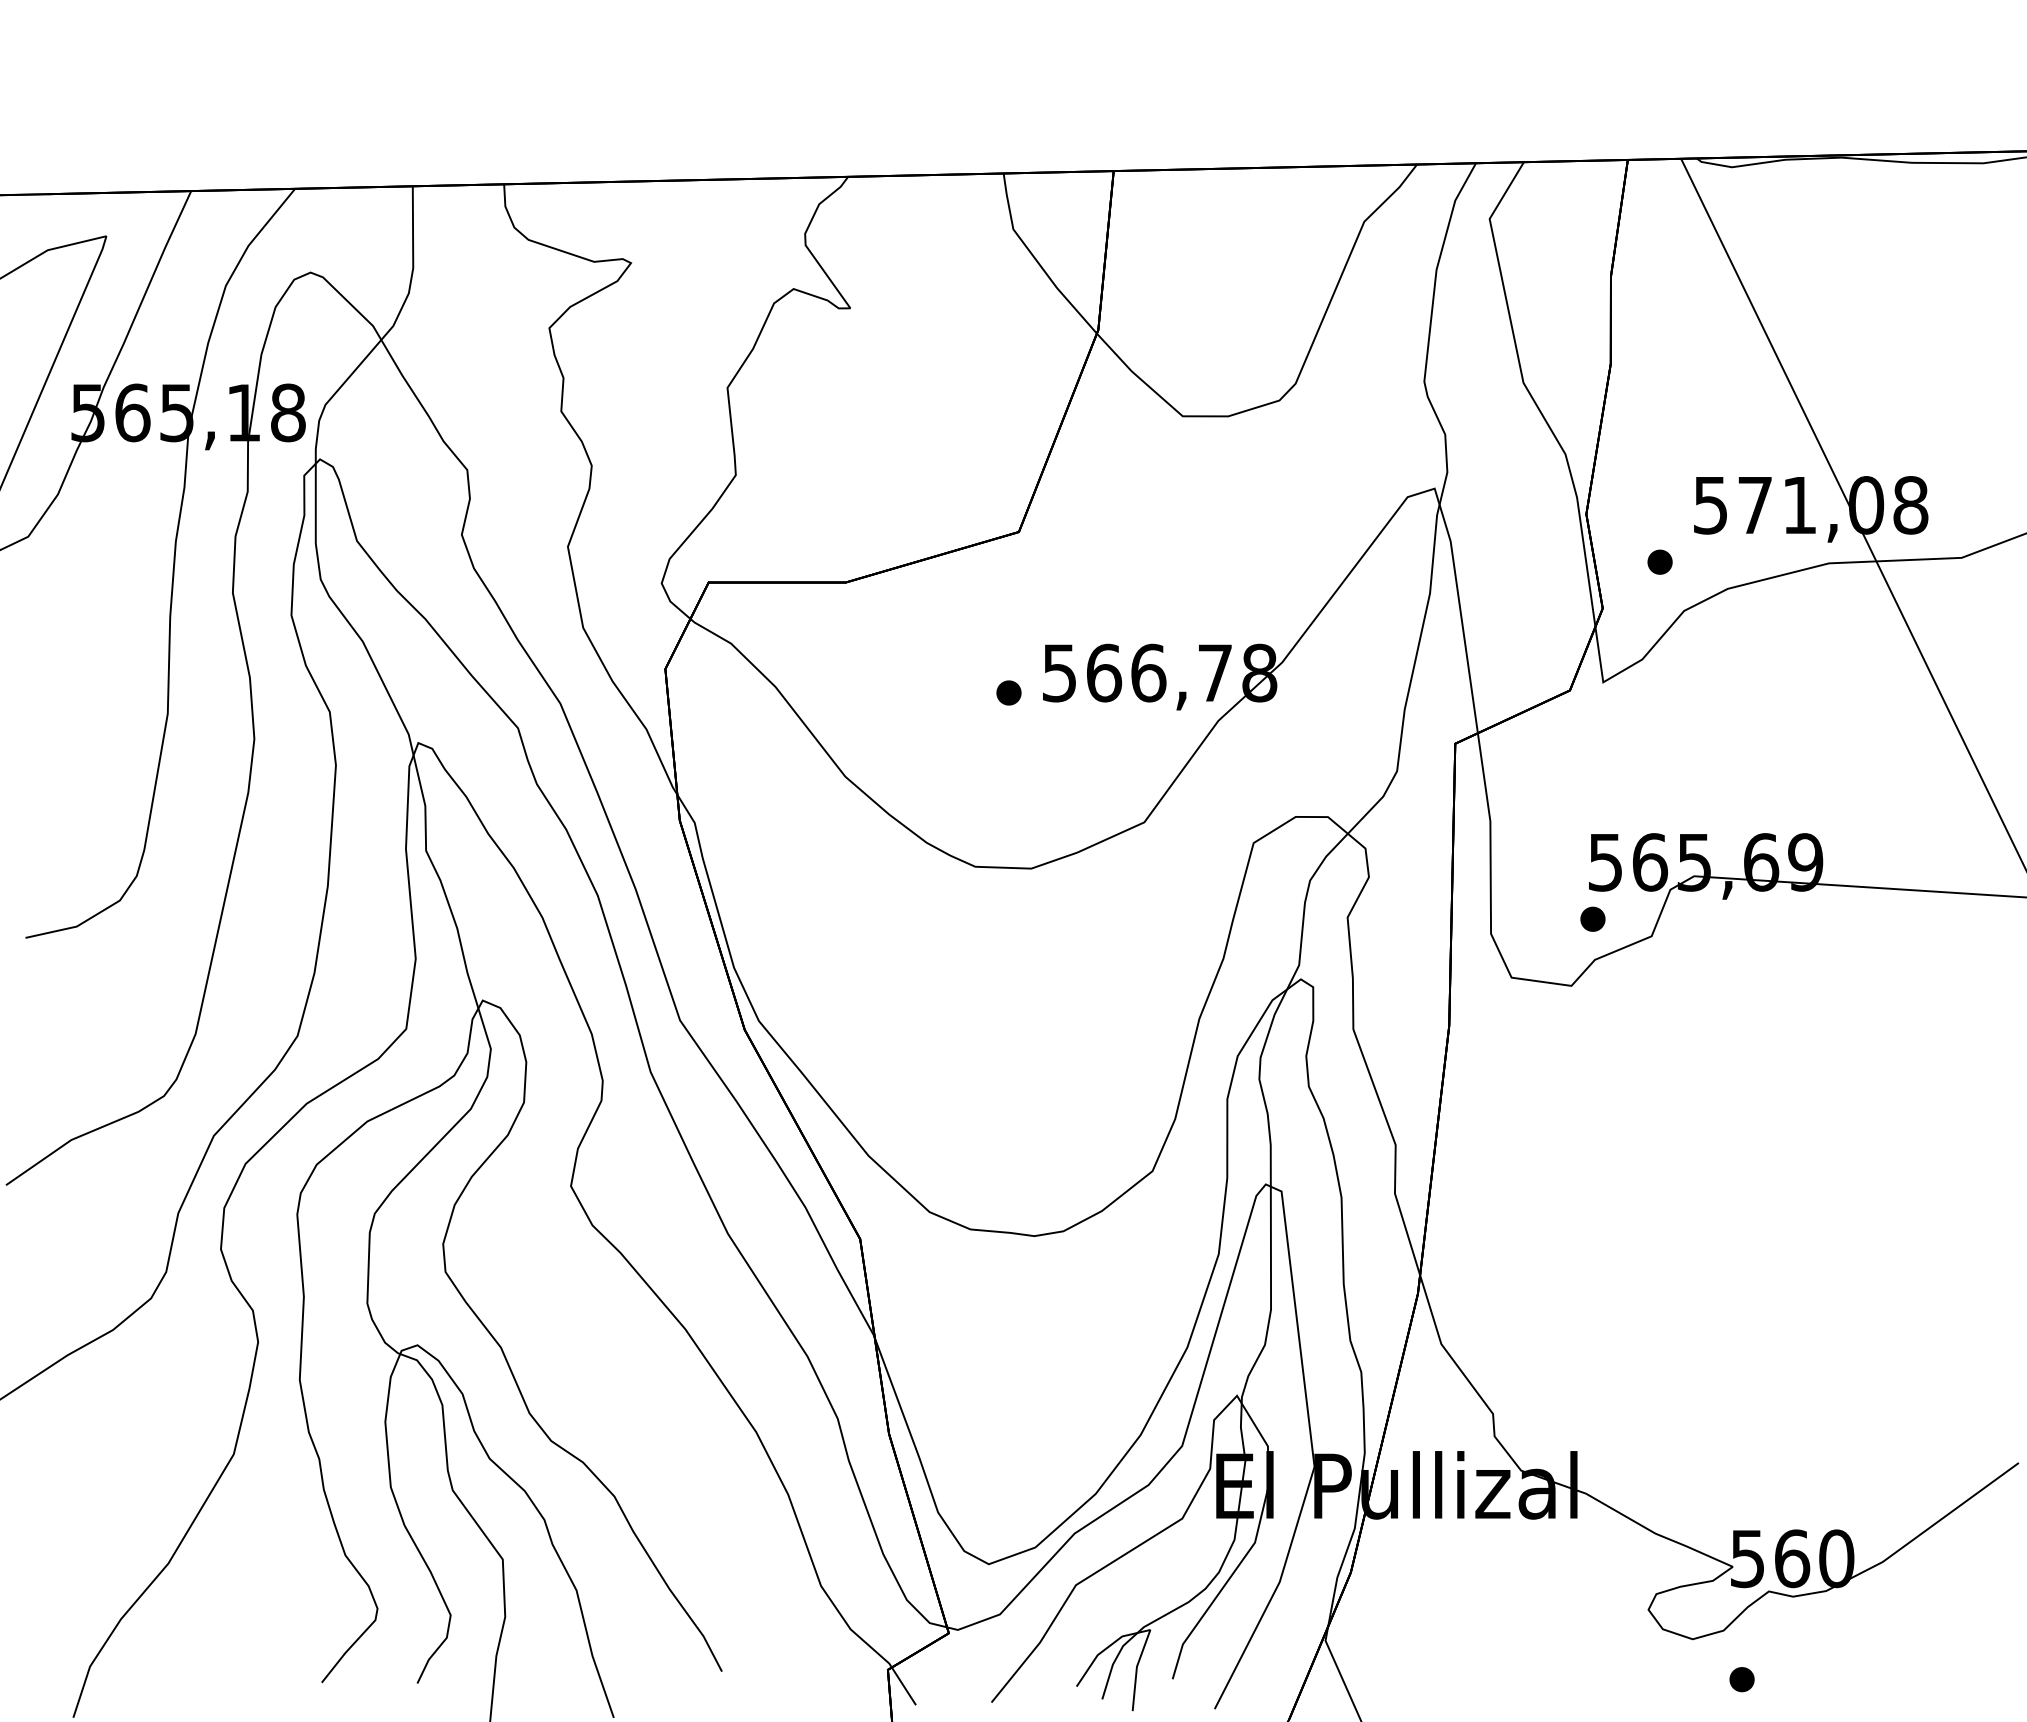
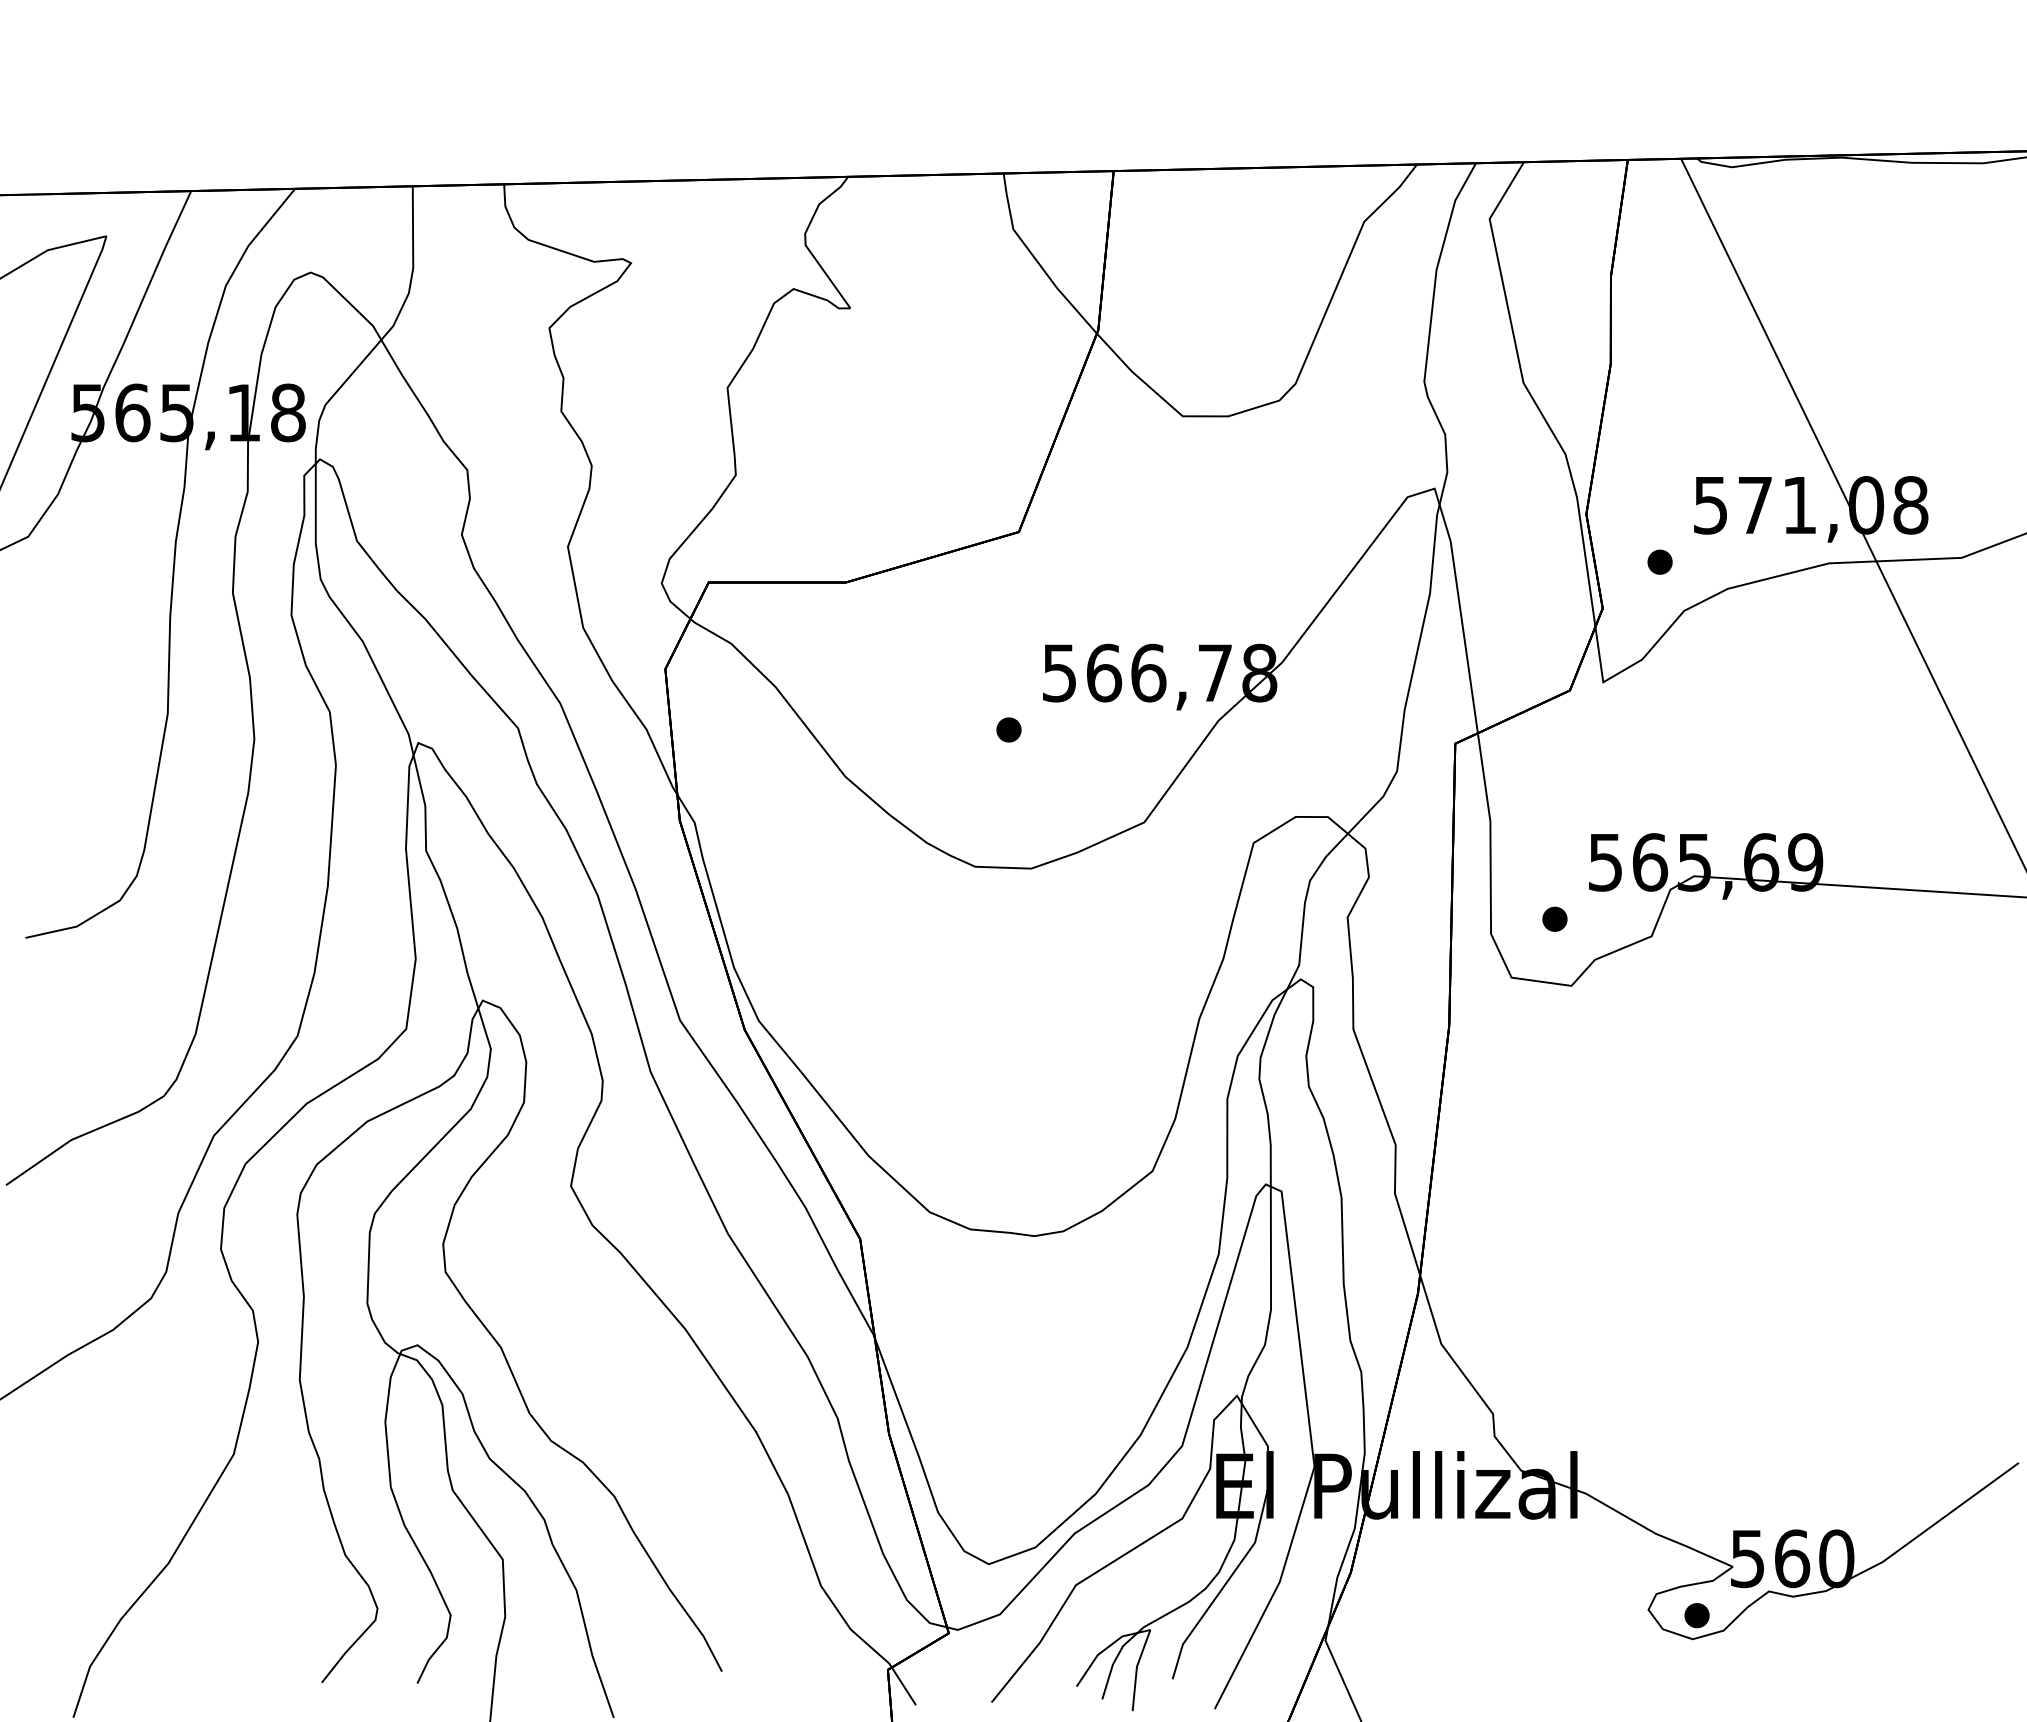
part at (1008, 692) position: (1008, 692) -> (1008, 729)
part at (1592, 918) position: (1592, 918) -> (1554, 918)
part at (1741, 1679) position: (1741, 1679) -> (1696, 1615)
